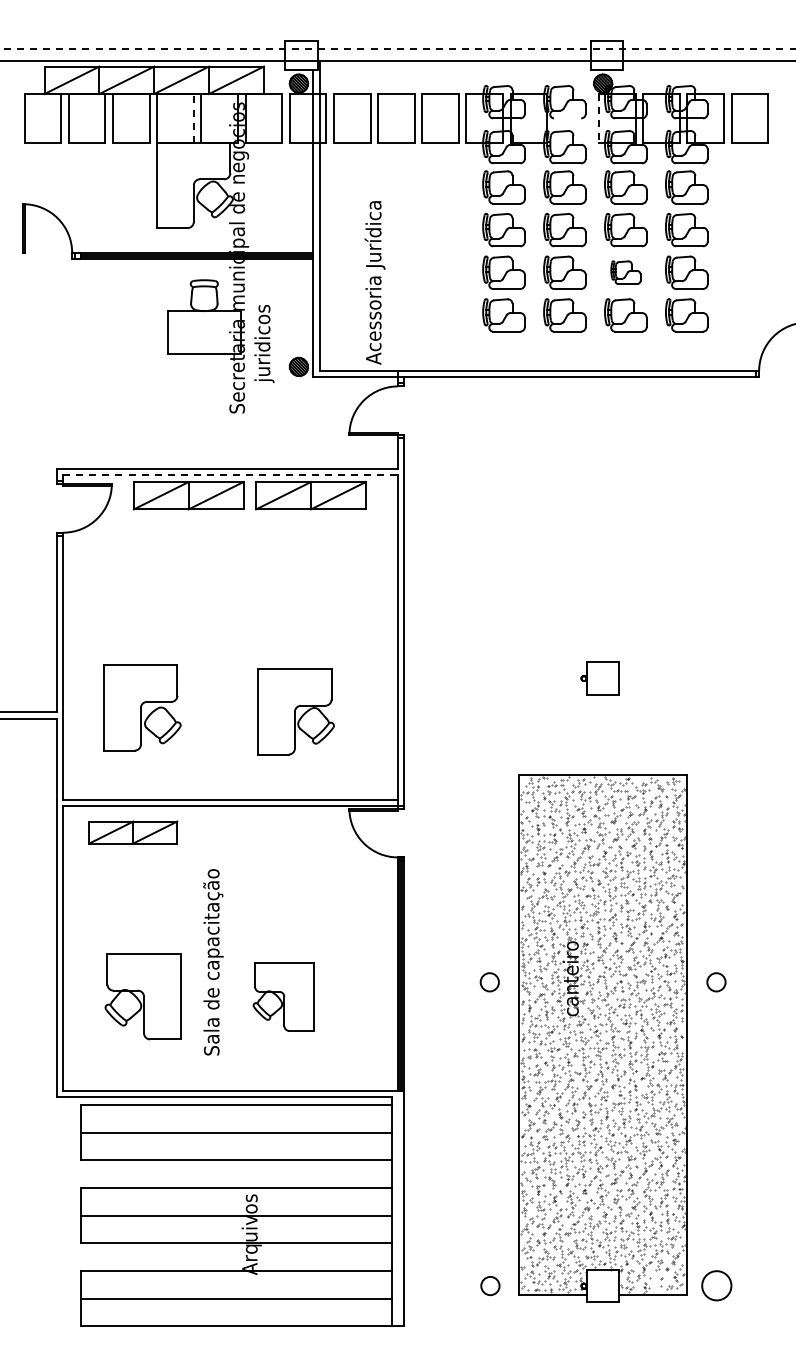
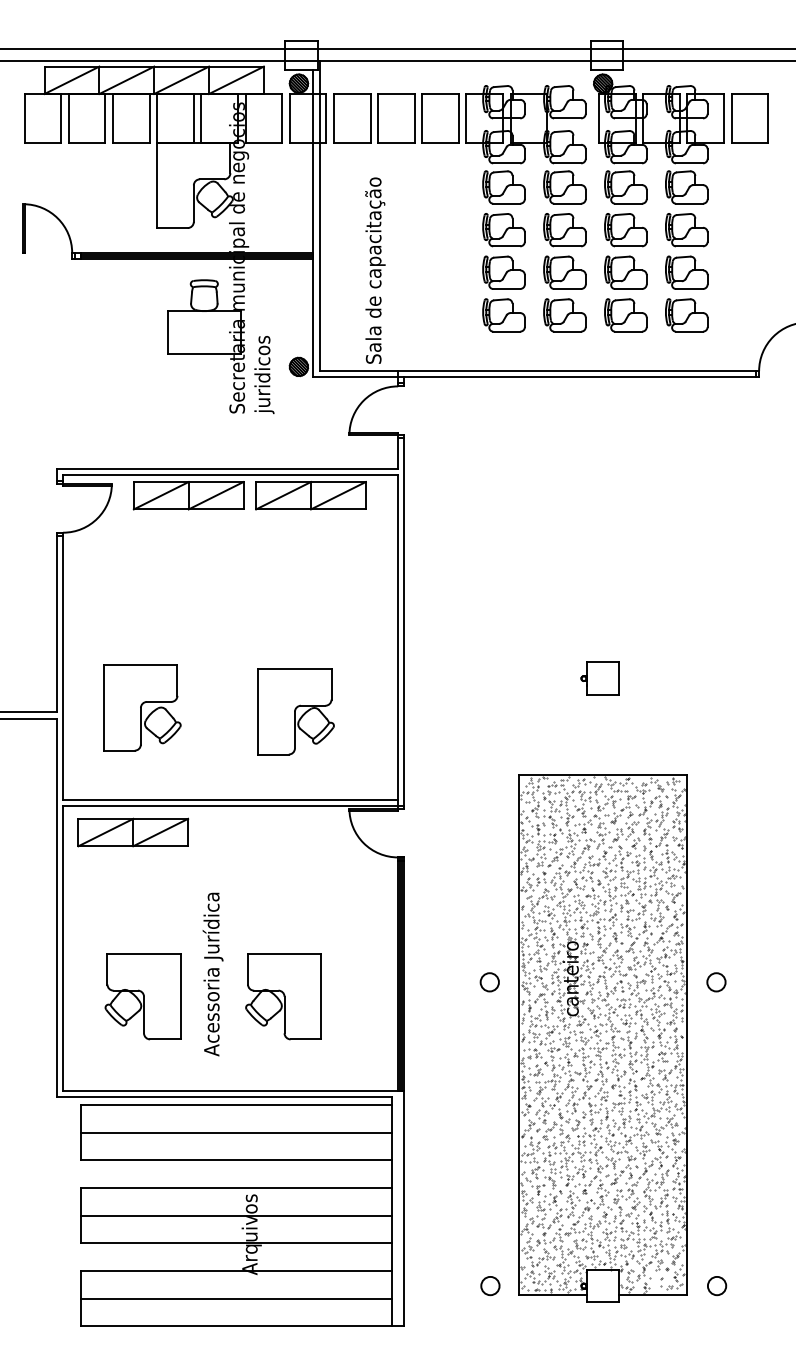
line at (397, 49): dashed -> solid
line at (193, 117): dashed -> solid
line at (567, 118): none -> present
line at (599, 118): dashed -> solid
text at (374, 270): Acessoria Jurídica -> Sala de capacitação
part at (625, 272) size: 32x25 px -> 44x35 px
text at (264, 344) position: (264, 344) -> (264, 375)
line at (230, 474): dashed -> solid
part at (133, 832) size: 91x25 px -> 113x31 px
text at (212, 962): Sala de capacitação -> Acessoria Jurídica
part at (283, 996) size: 63x70 px -> 77x88 px
circle at (716, 1285) size: 32x32 px -> 21x21 px
